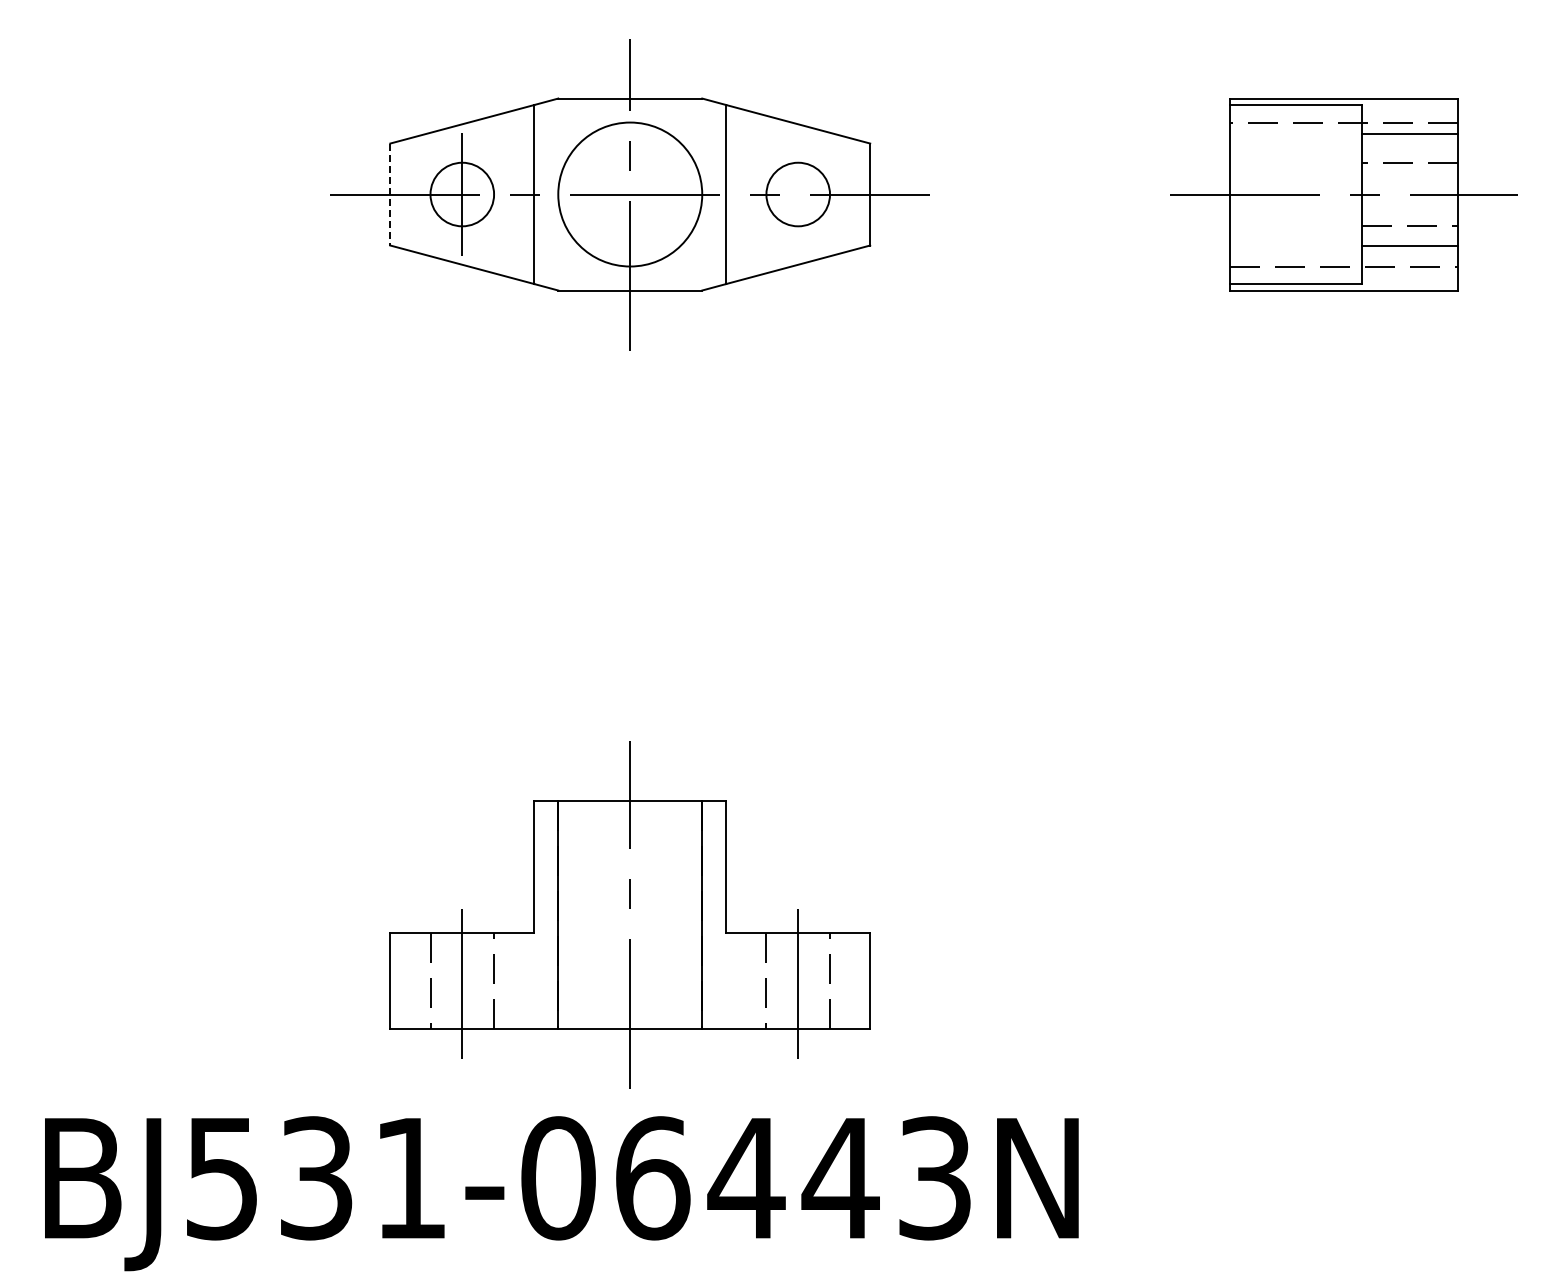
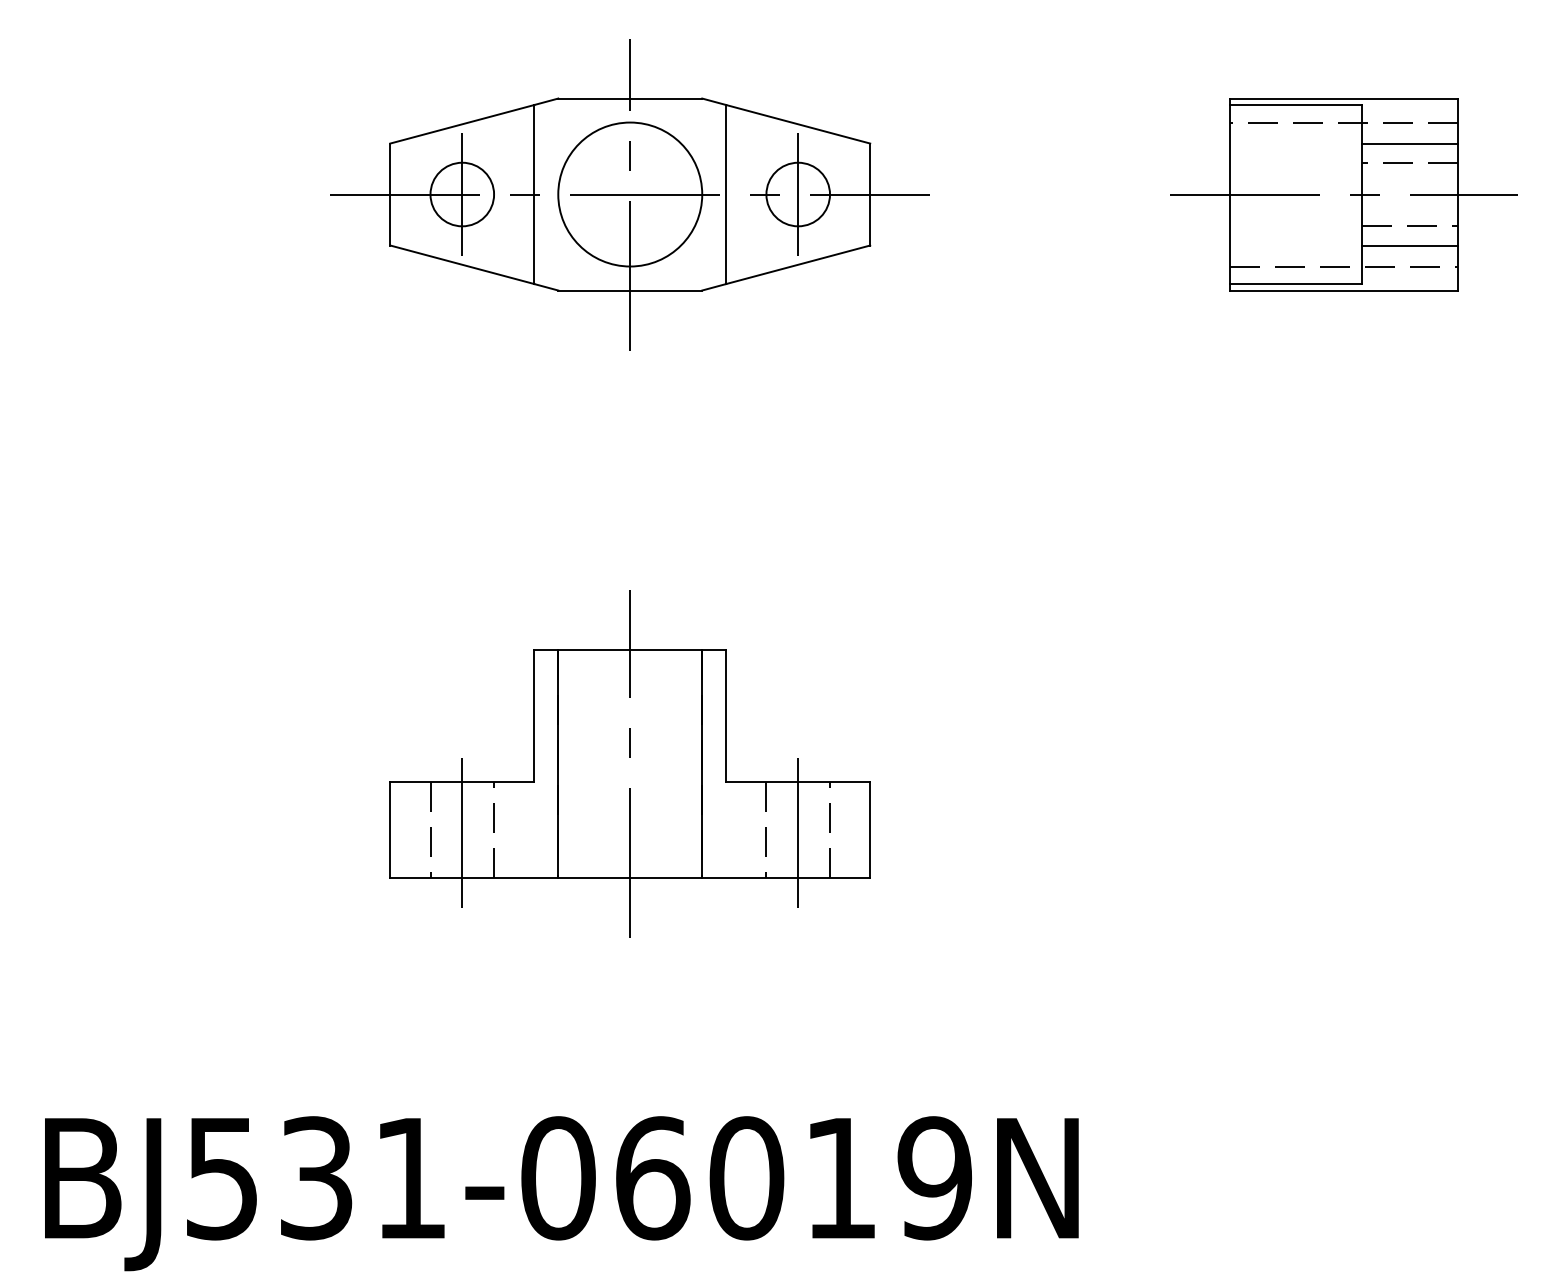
line at (1410, 133) position: (1410, 133) -> (1410, 143)
line at (390, 194): dashed -> solid
line at (798, 194): none -> present
part at (629, 914) position: (629, 914) -> (629, 763)
text at (839, 1178): BJ531-06443N -> BJ531-06019N
